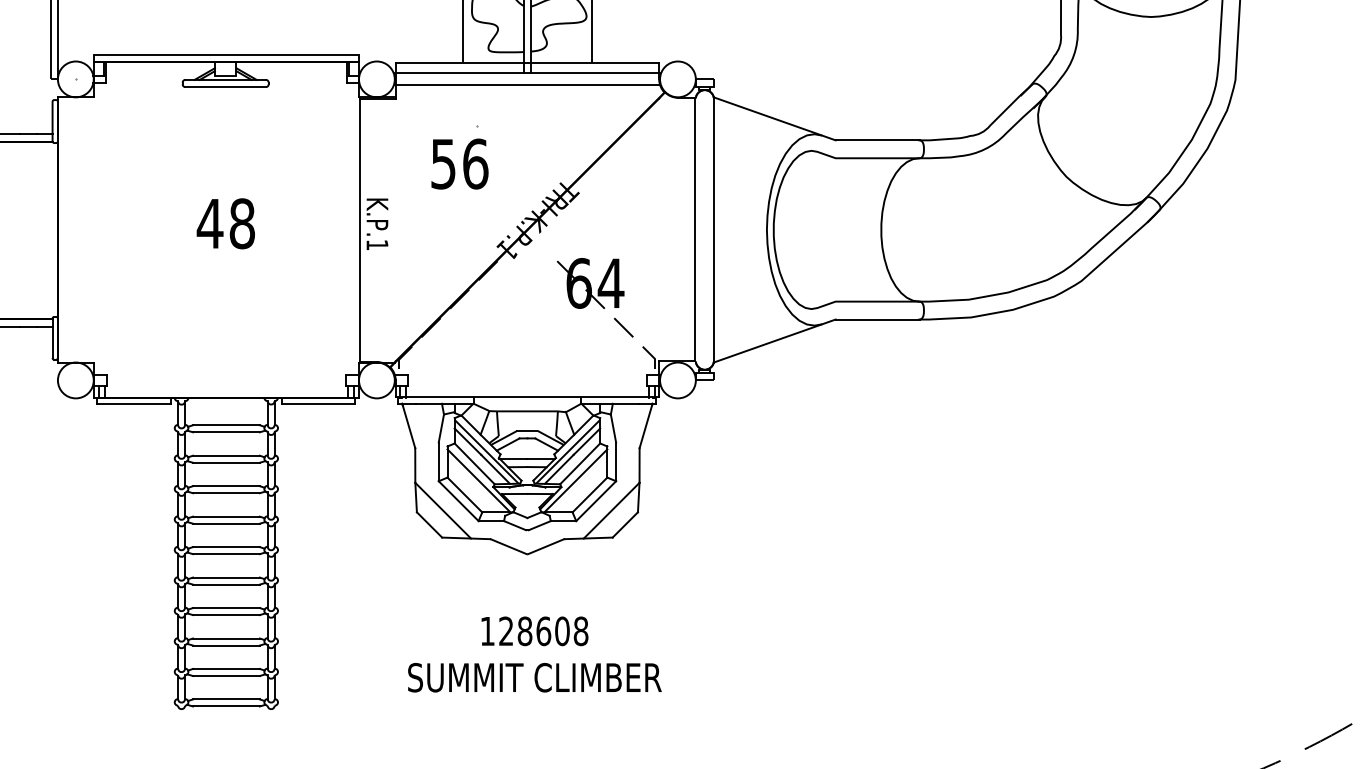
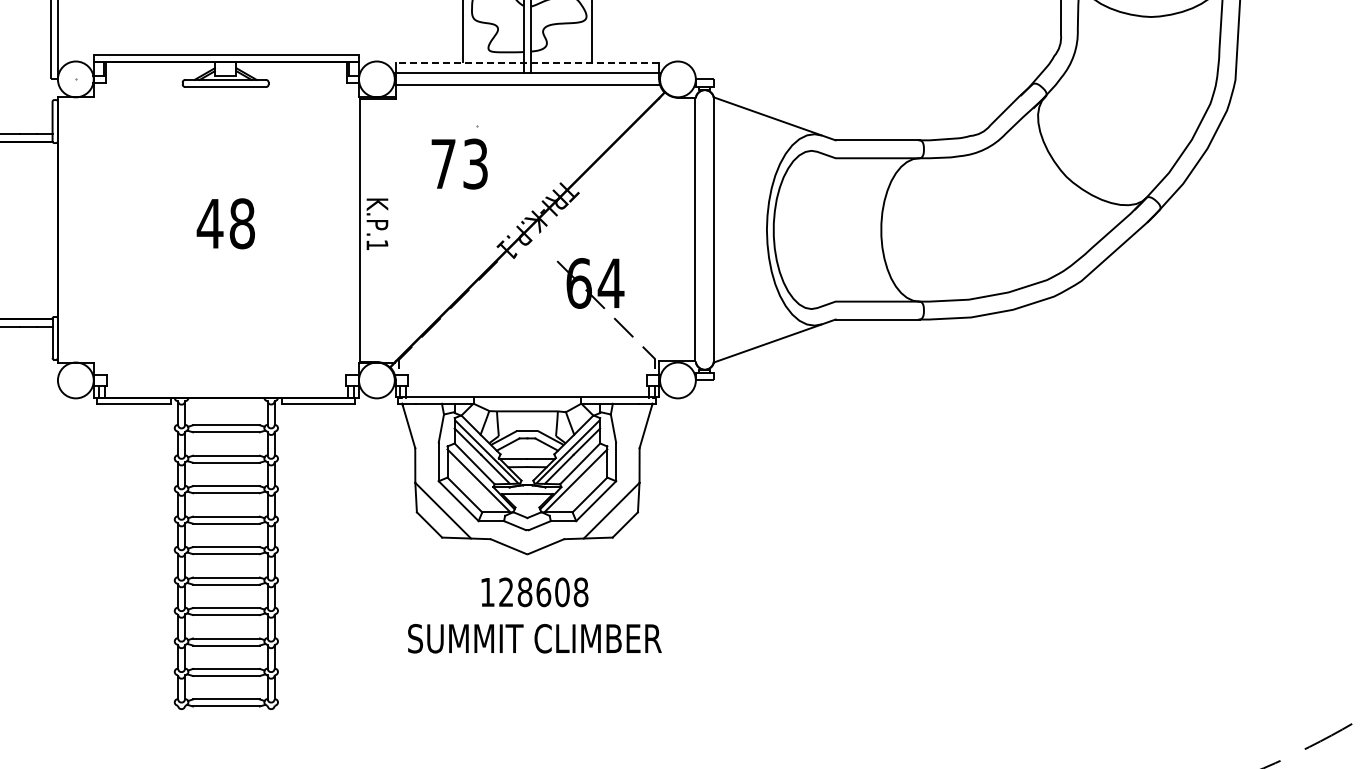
line at (527, 62): solid -> dashed
text at (459, 163): 56 -> 73
text at (534, 654) position: (534, 654) -> (534, 615)
